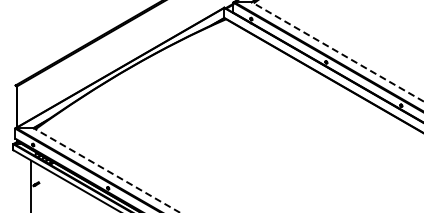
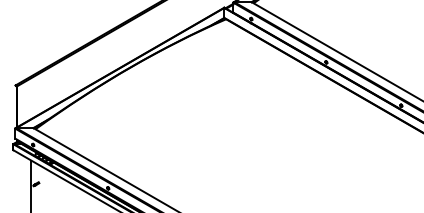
line at (337, 51): dashed -> solid
line at (106, 170): dashed -> solid
